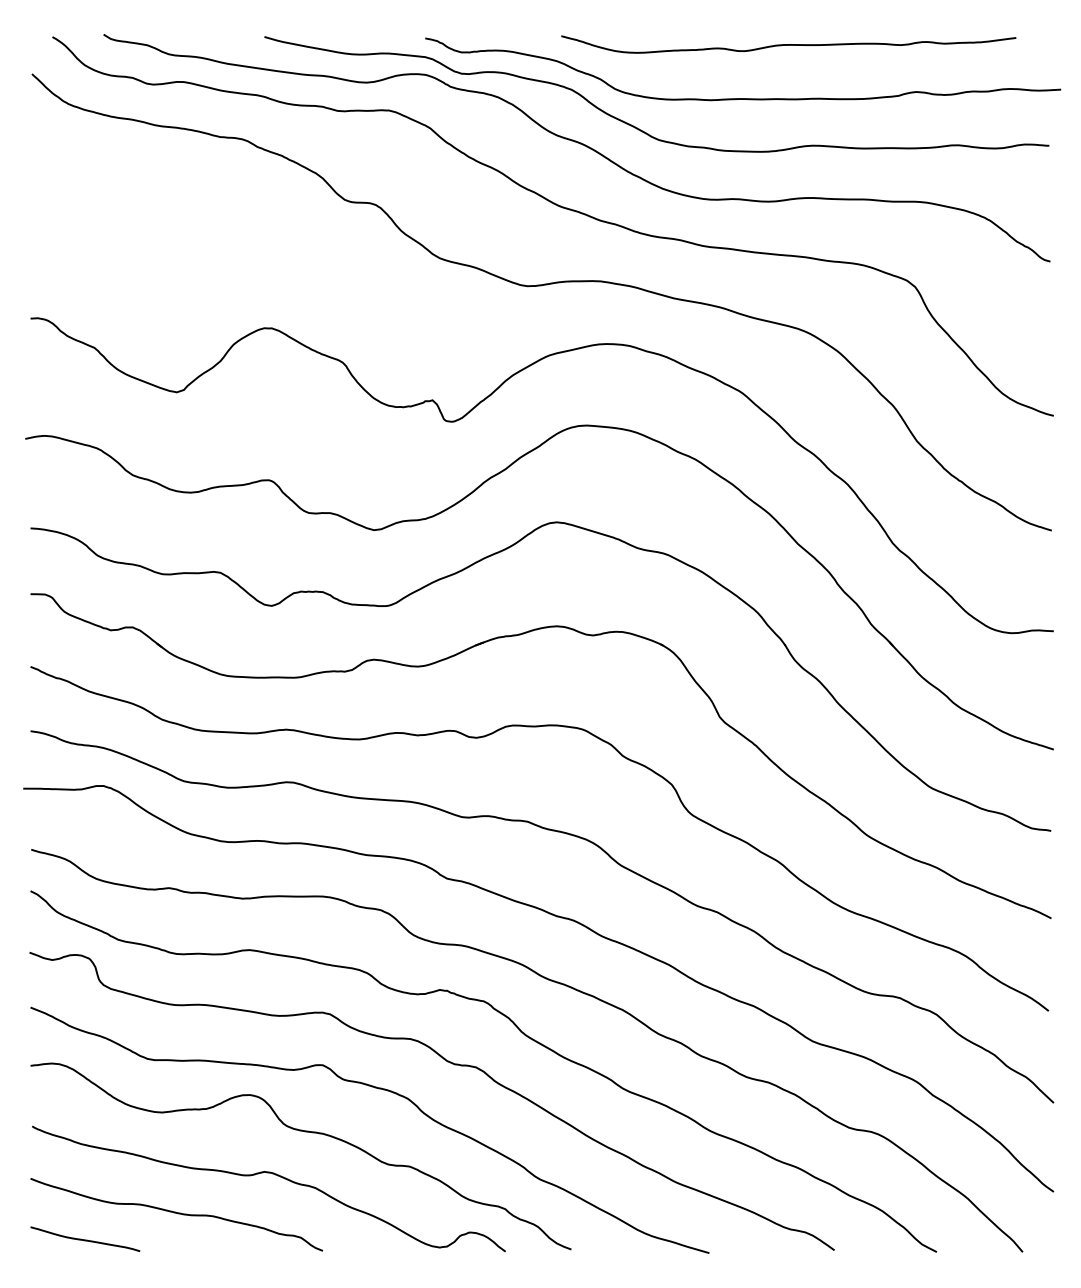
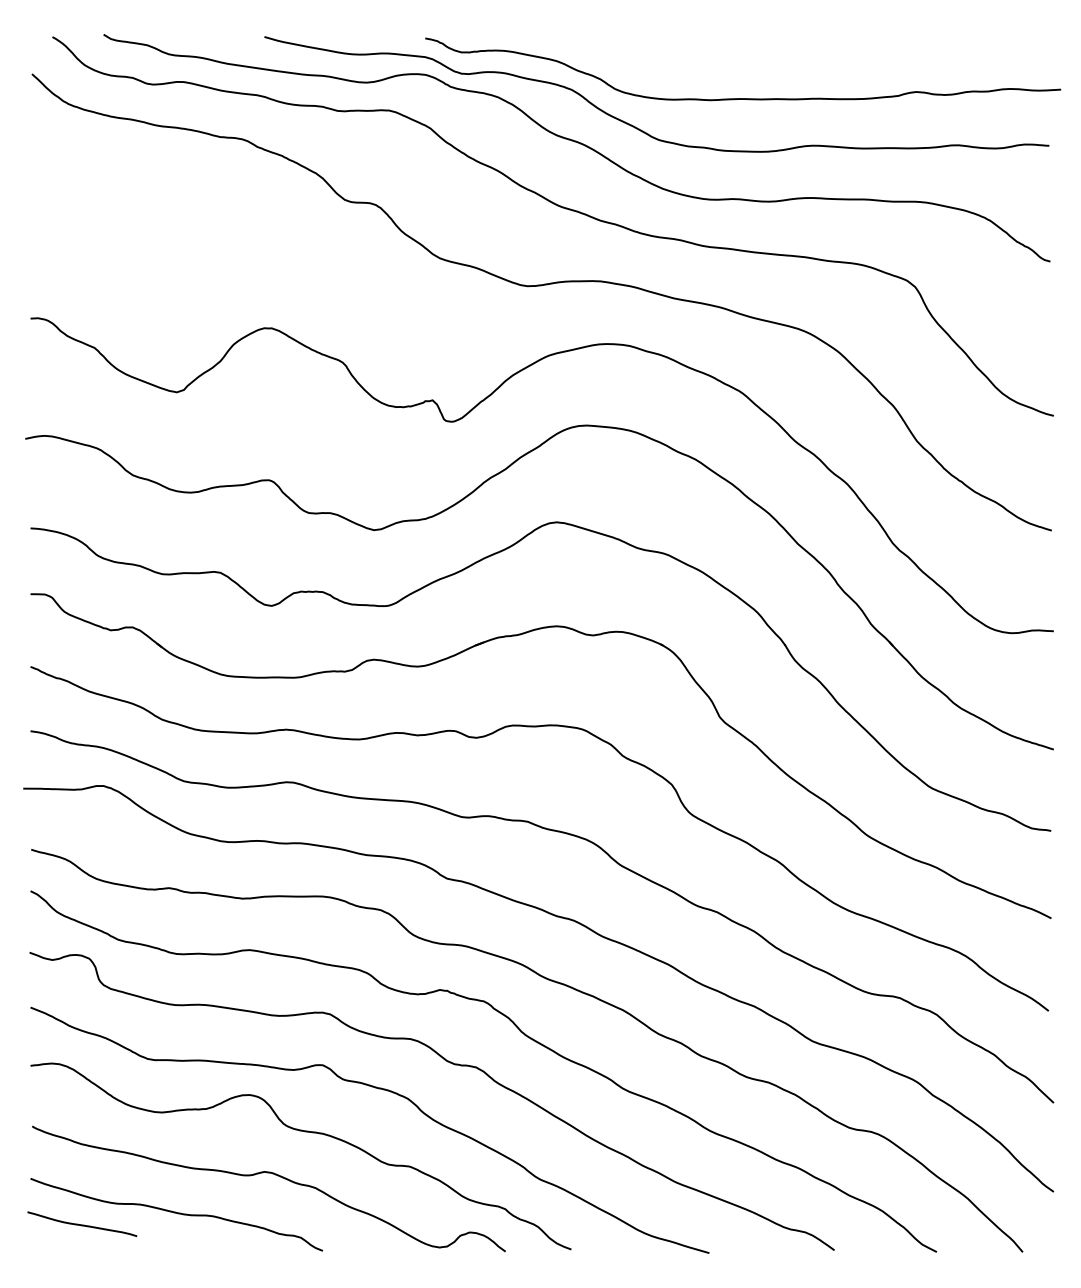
curve at (788, 44): present -> none
curve at (85, 1239) position: (85, 1239) -> (82, 1224)
